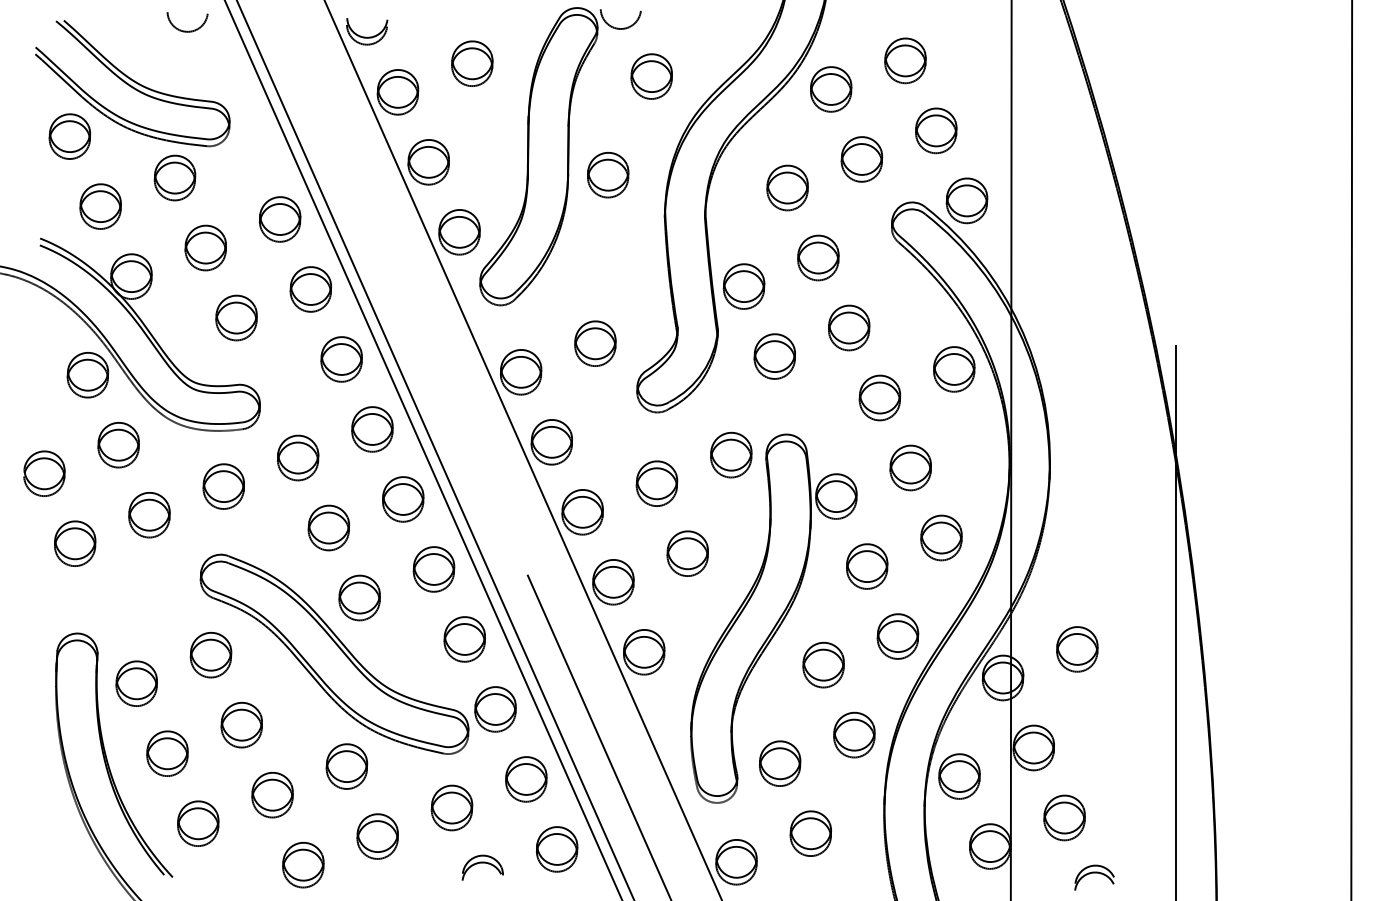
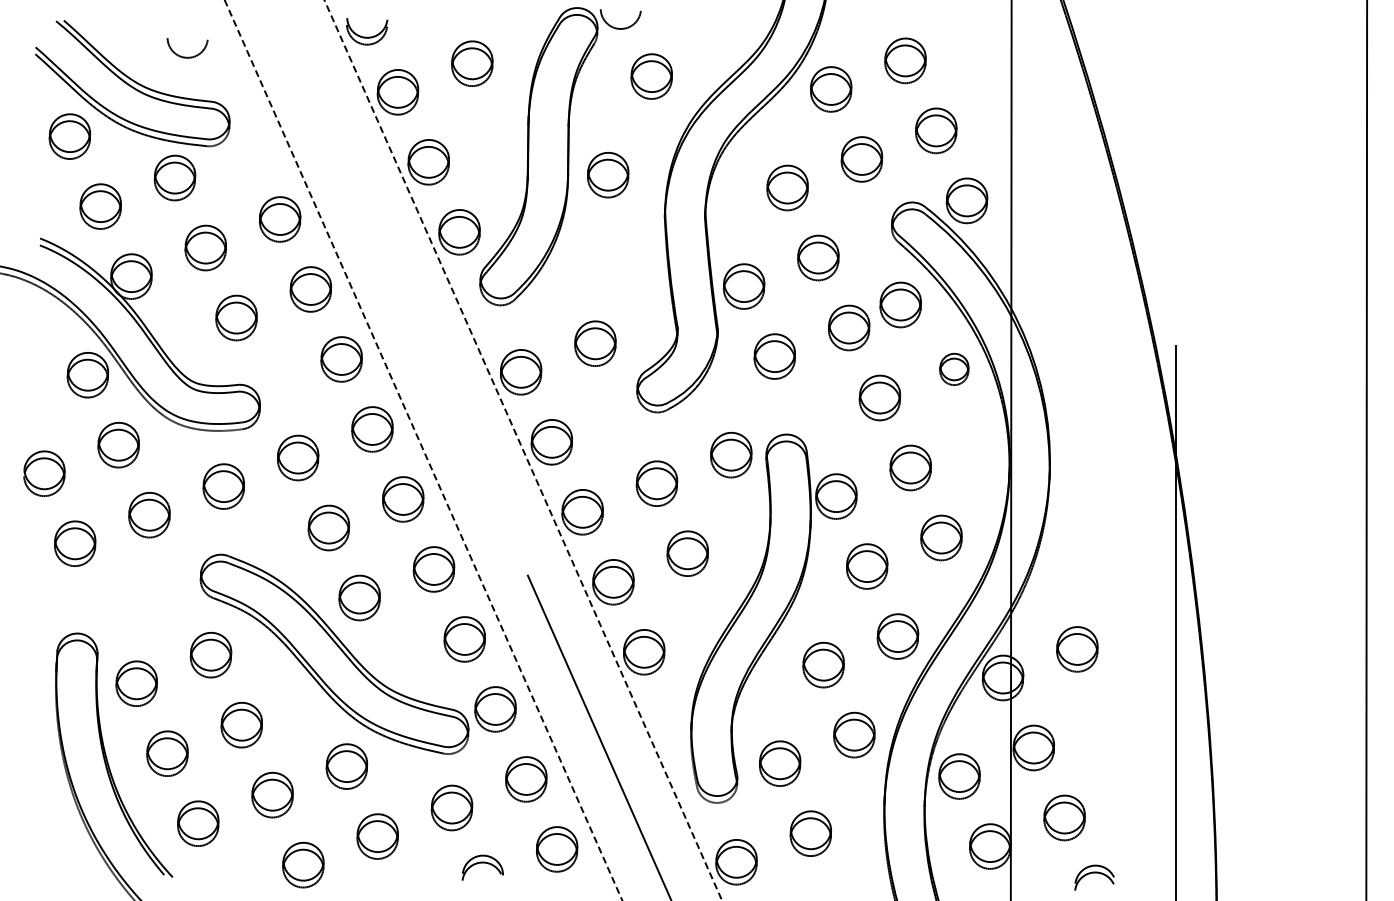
arc at (186, 30) position: (186, 30) -> (186, 56)
part at (900, 304): none -> present
part at (954, 369) size: 43x47 px -> 31x34 px
line at (434, 449): present -> none
line at (1351, 449) position: (1351, 449) -> (1366, 449)
line at (423, 450): solid -> dashed
line at (523, 450): solid -> dashed
